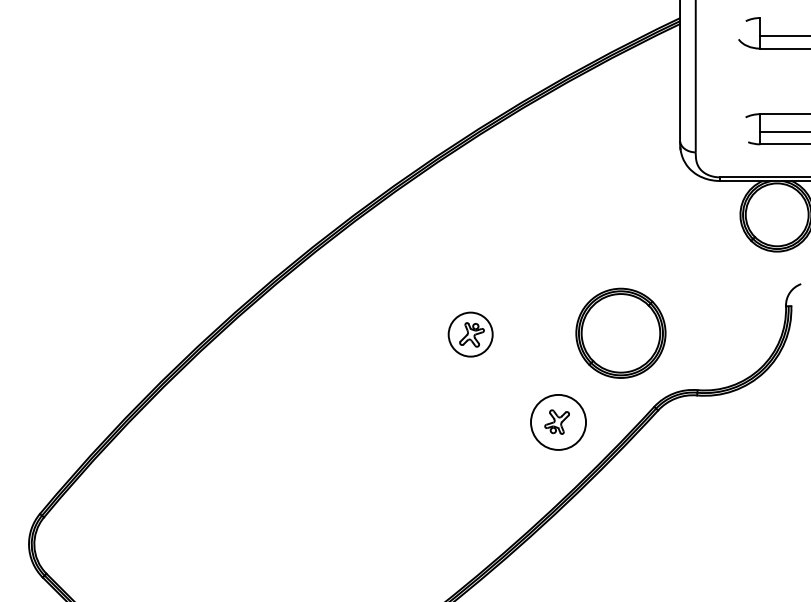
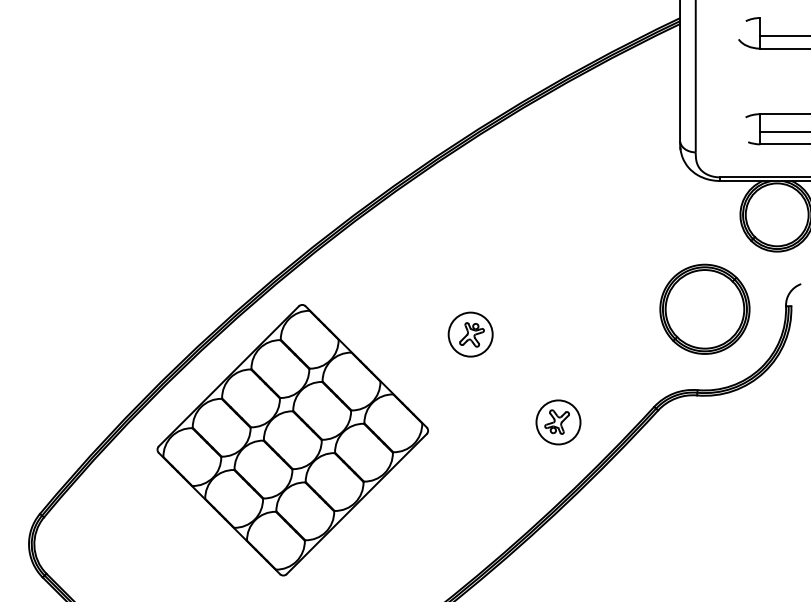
part at (620, 332) position: (620, 332) -> (704, 308)
circle at (558, 421) diameter: 55 px -> 44 px
part at (292, 440): none -> present
